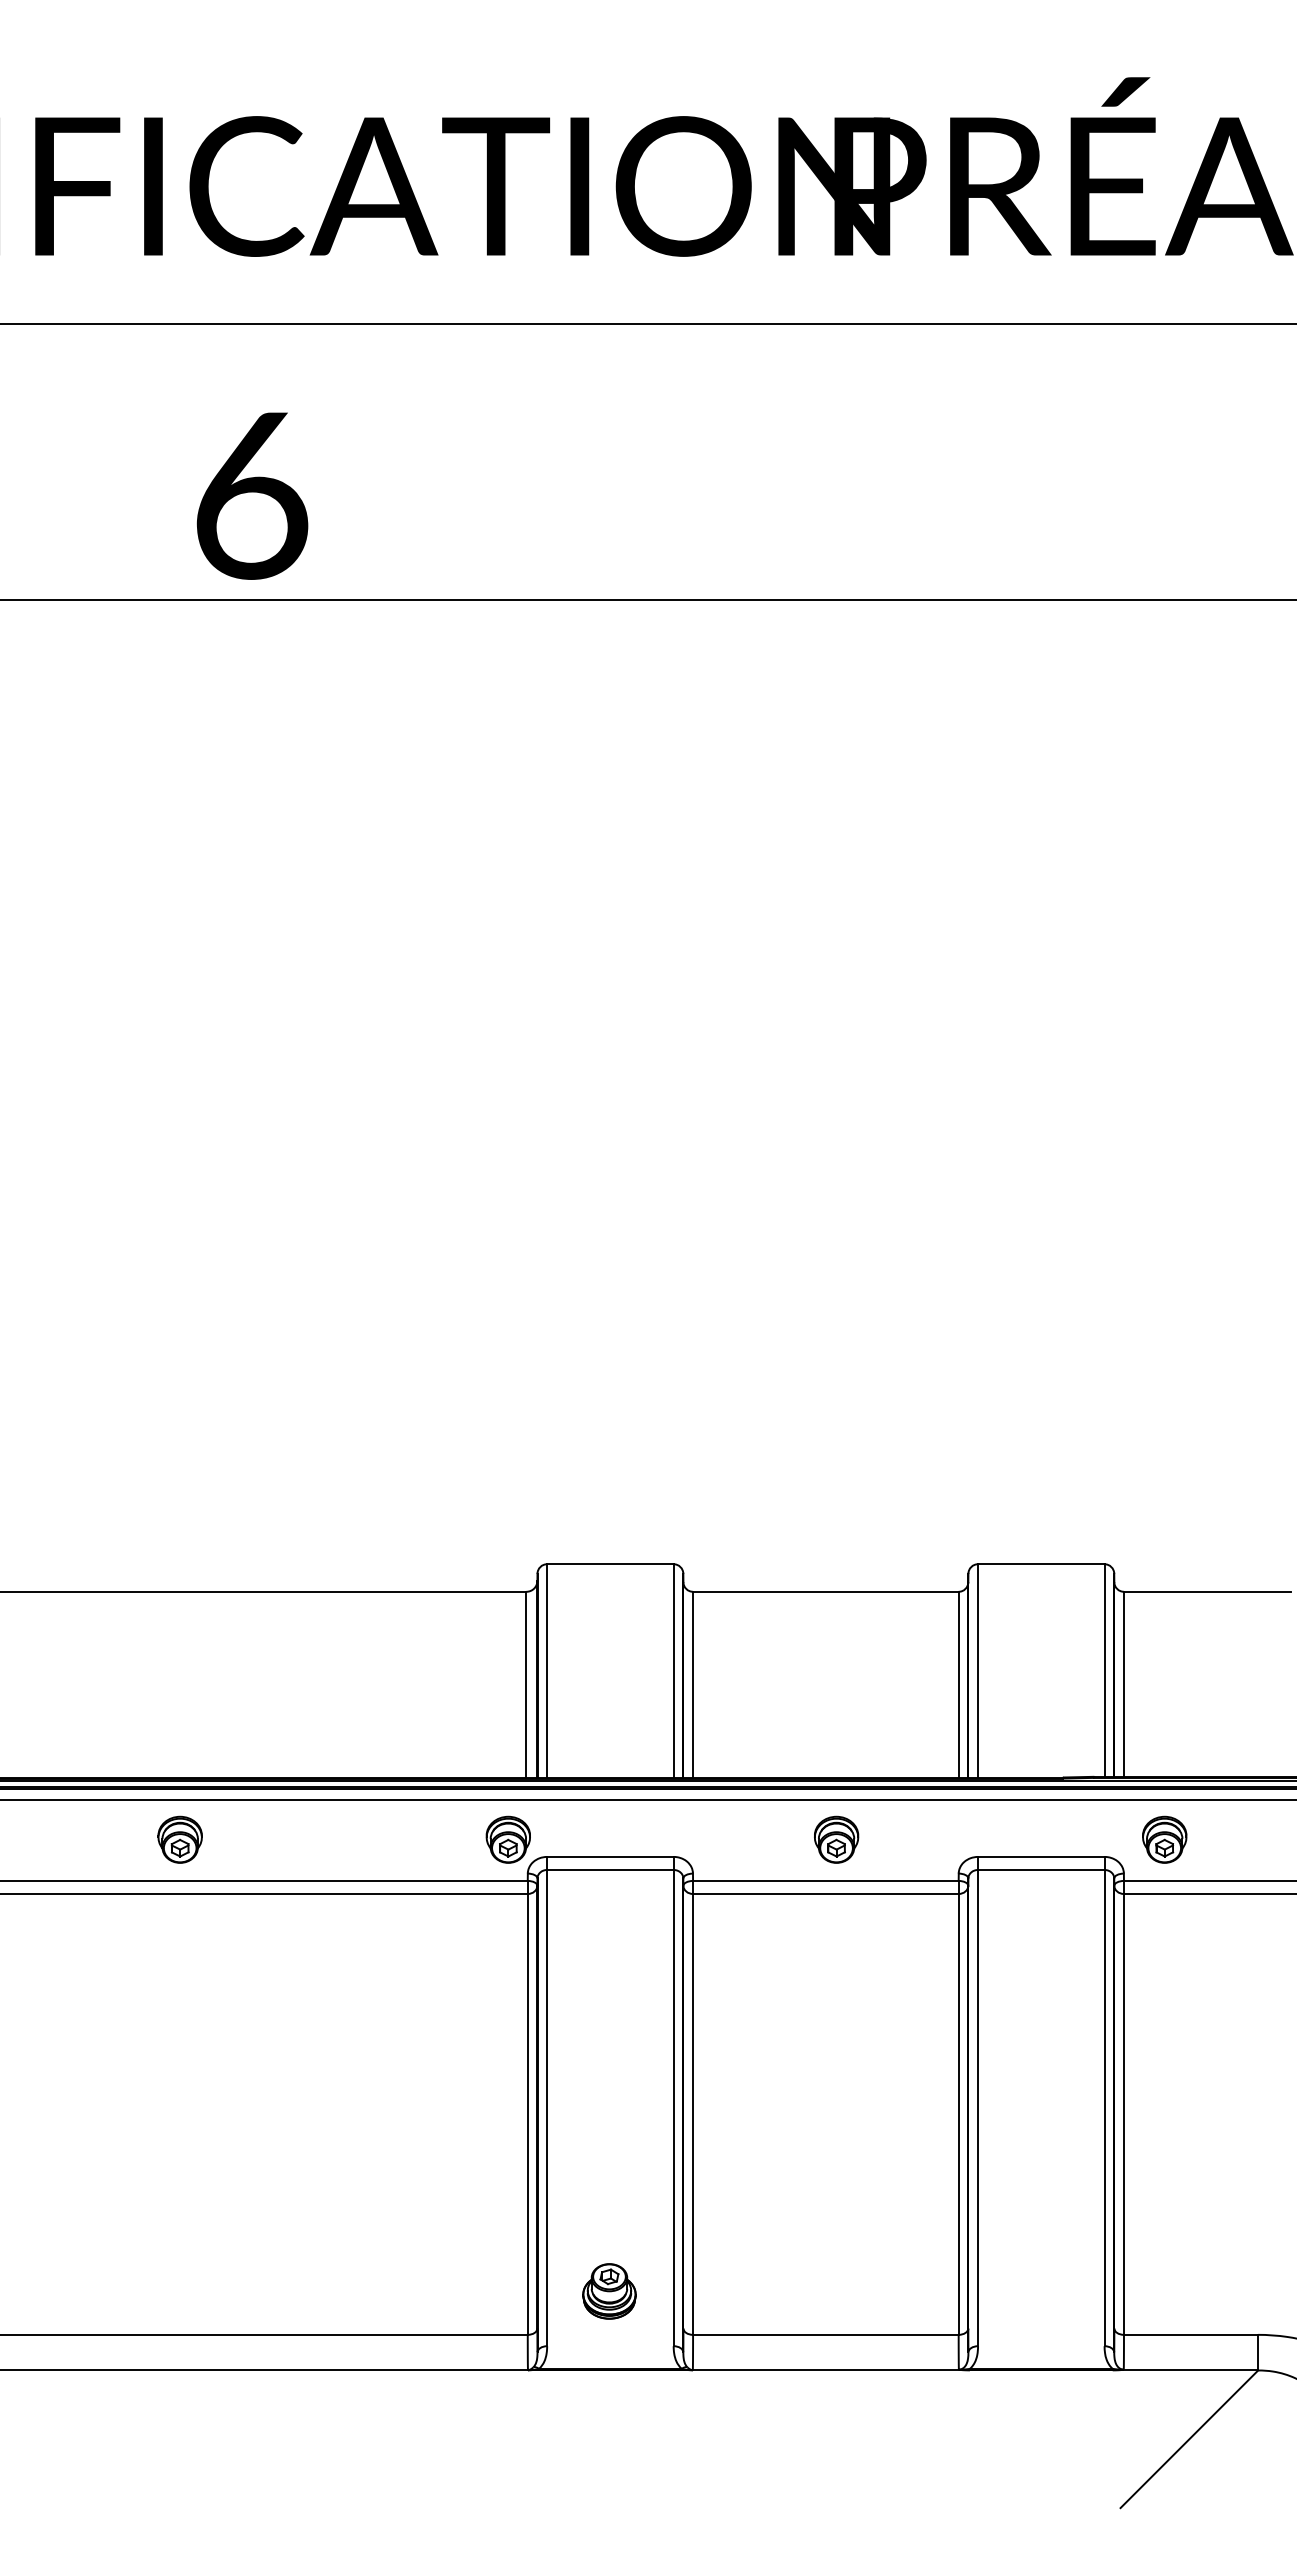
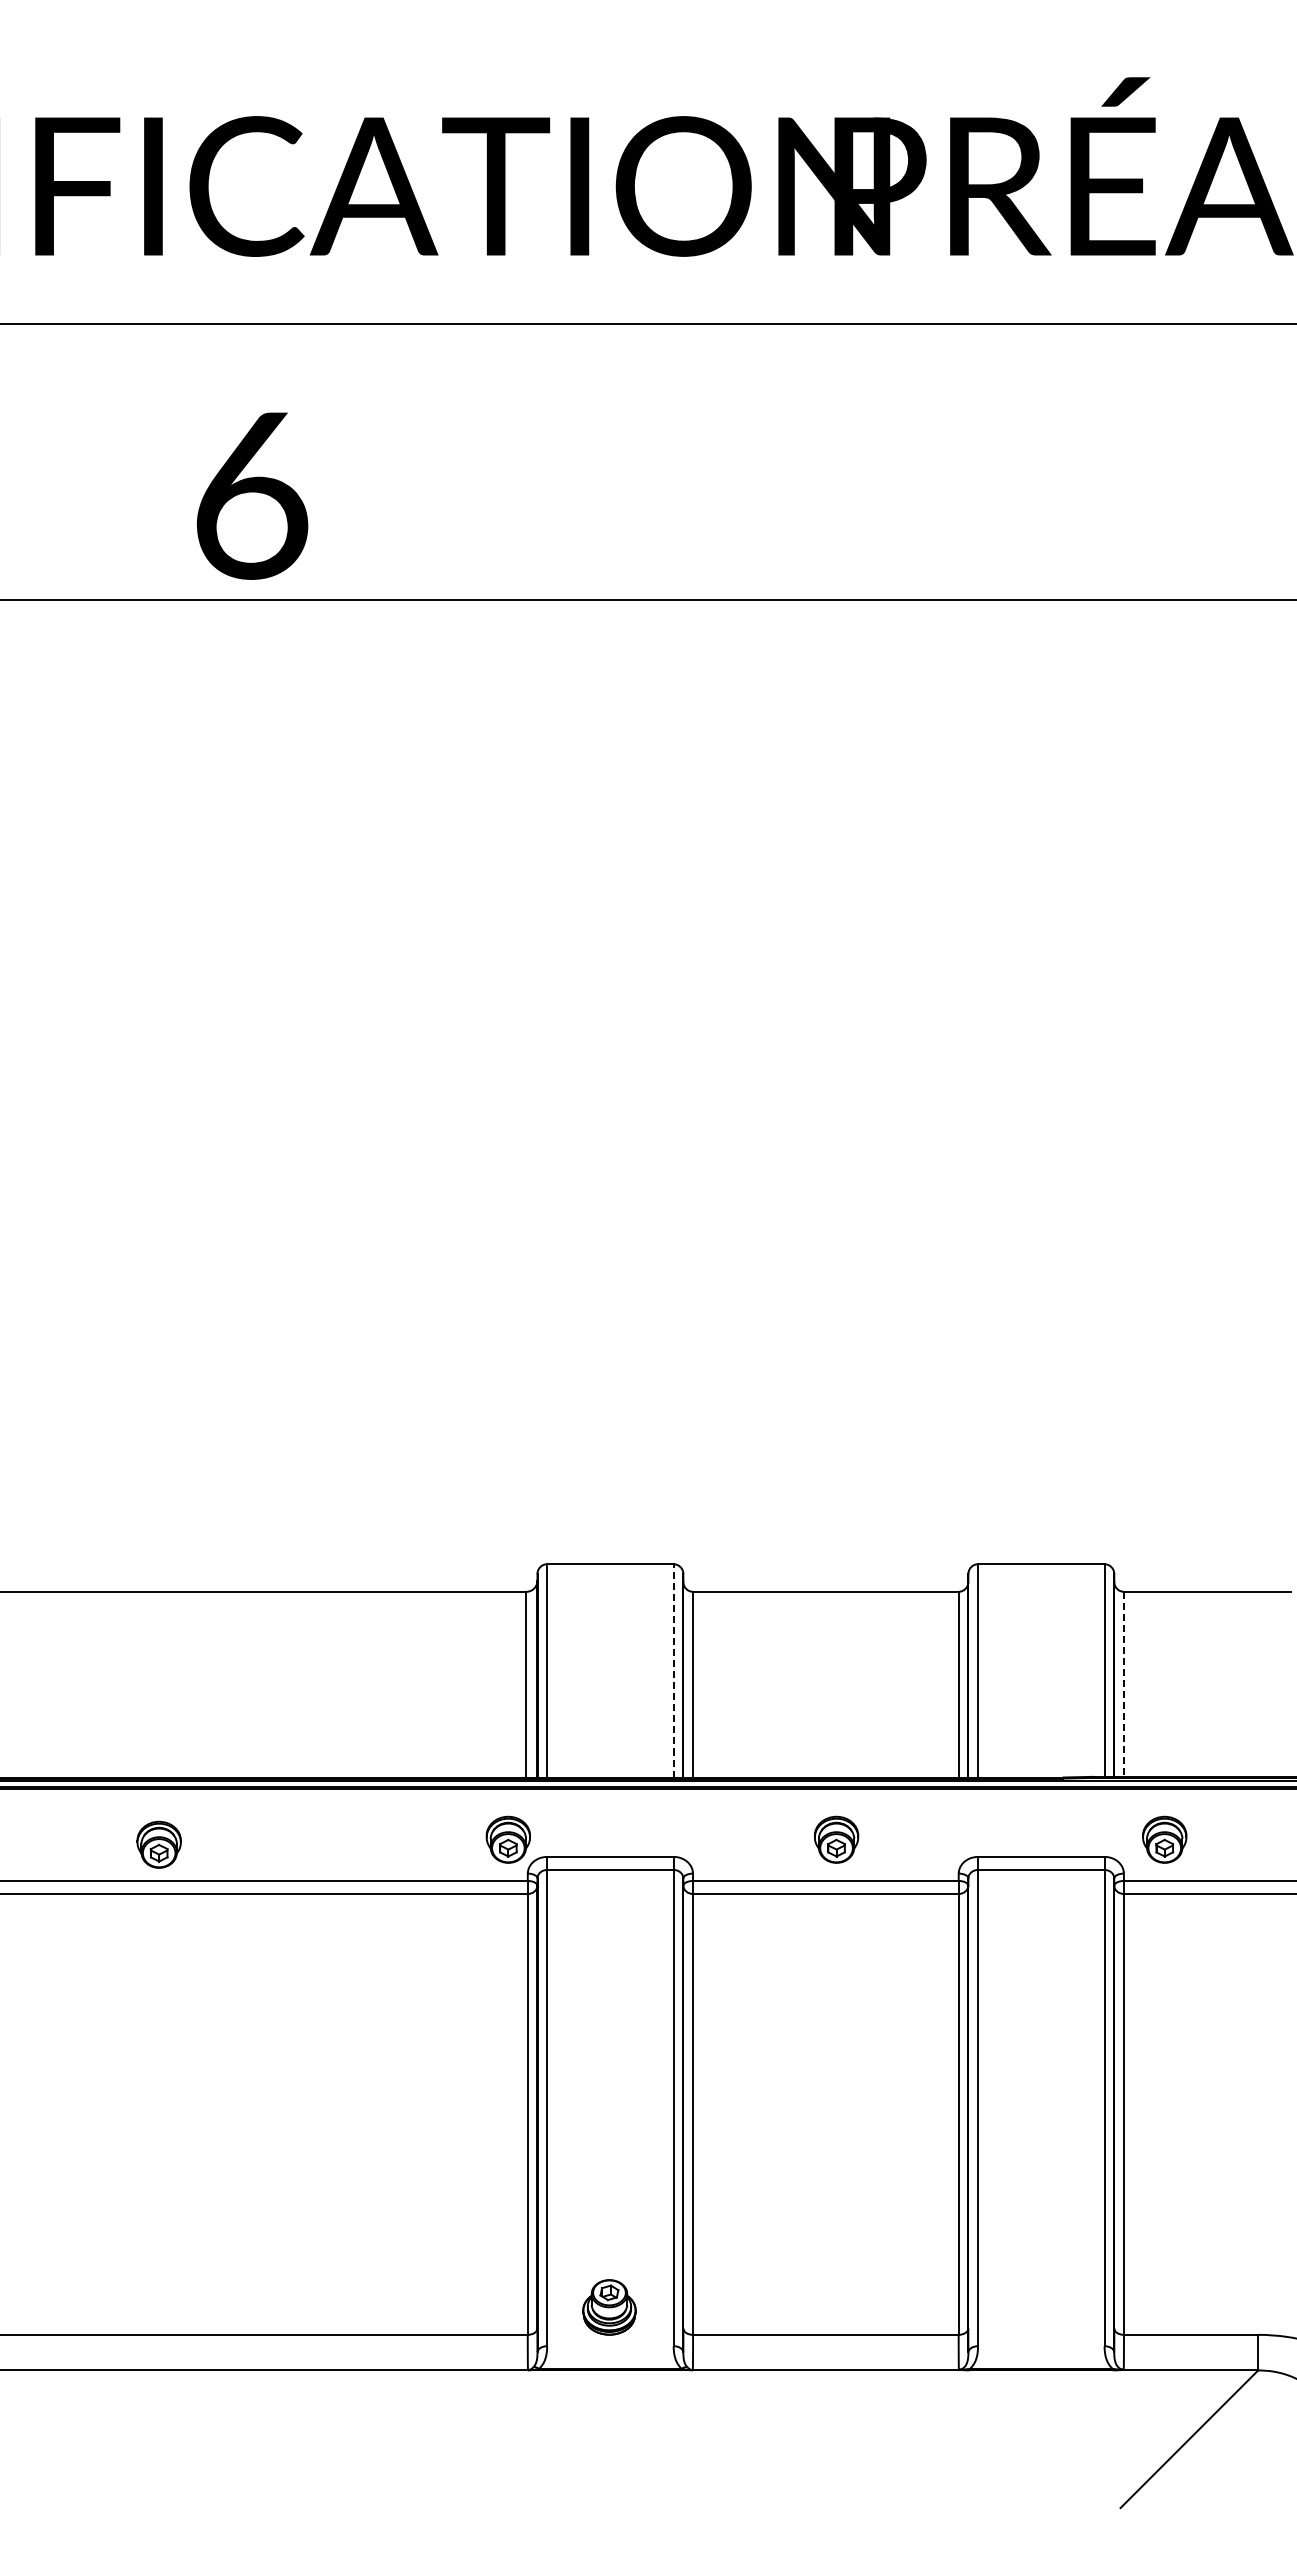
line at (673, 1670): solid -> dashed
line at (1123, 1684): solid -> dashed
line at (647, 1800): present -> none
part at (179, 1839) position: (179, 1839) -> (158, 1844)
part at (609, 2291) position: (609, 2291) -> (609, 2307)
